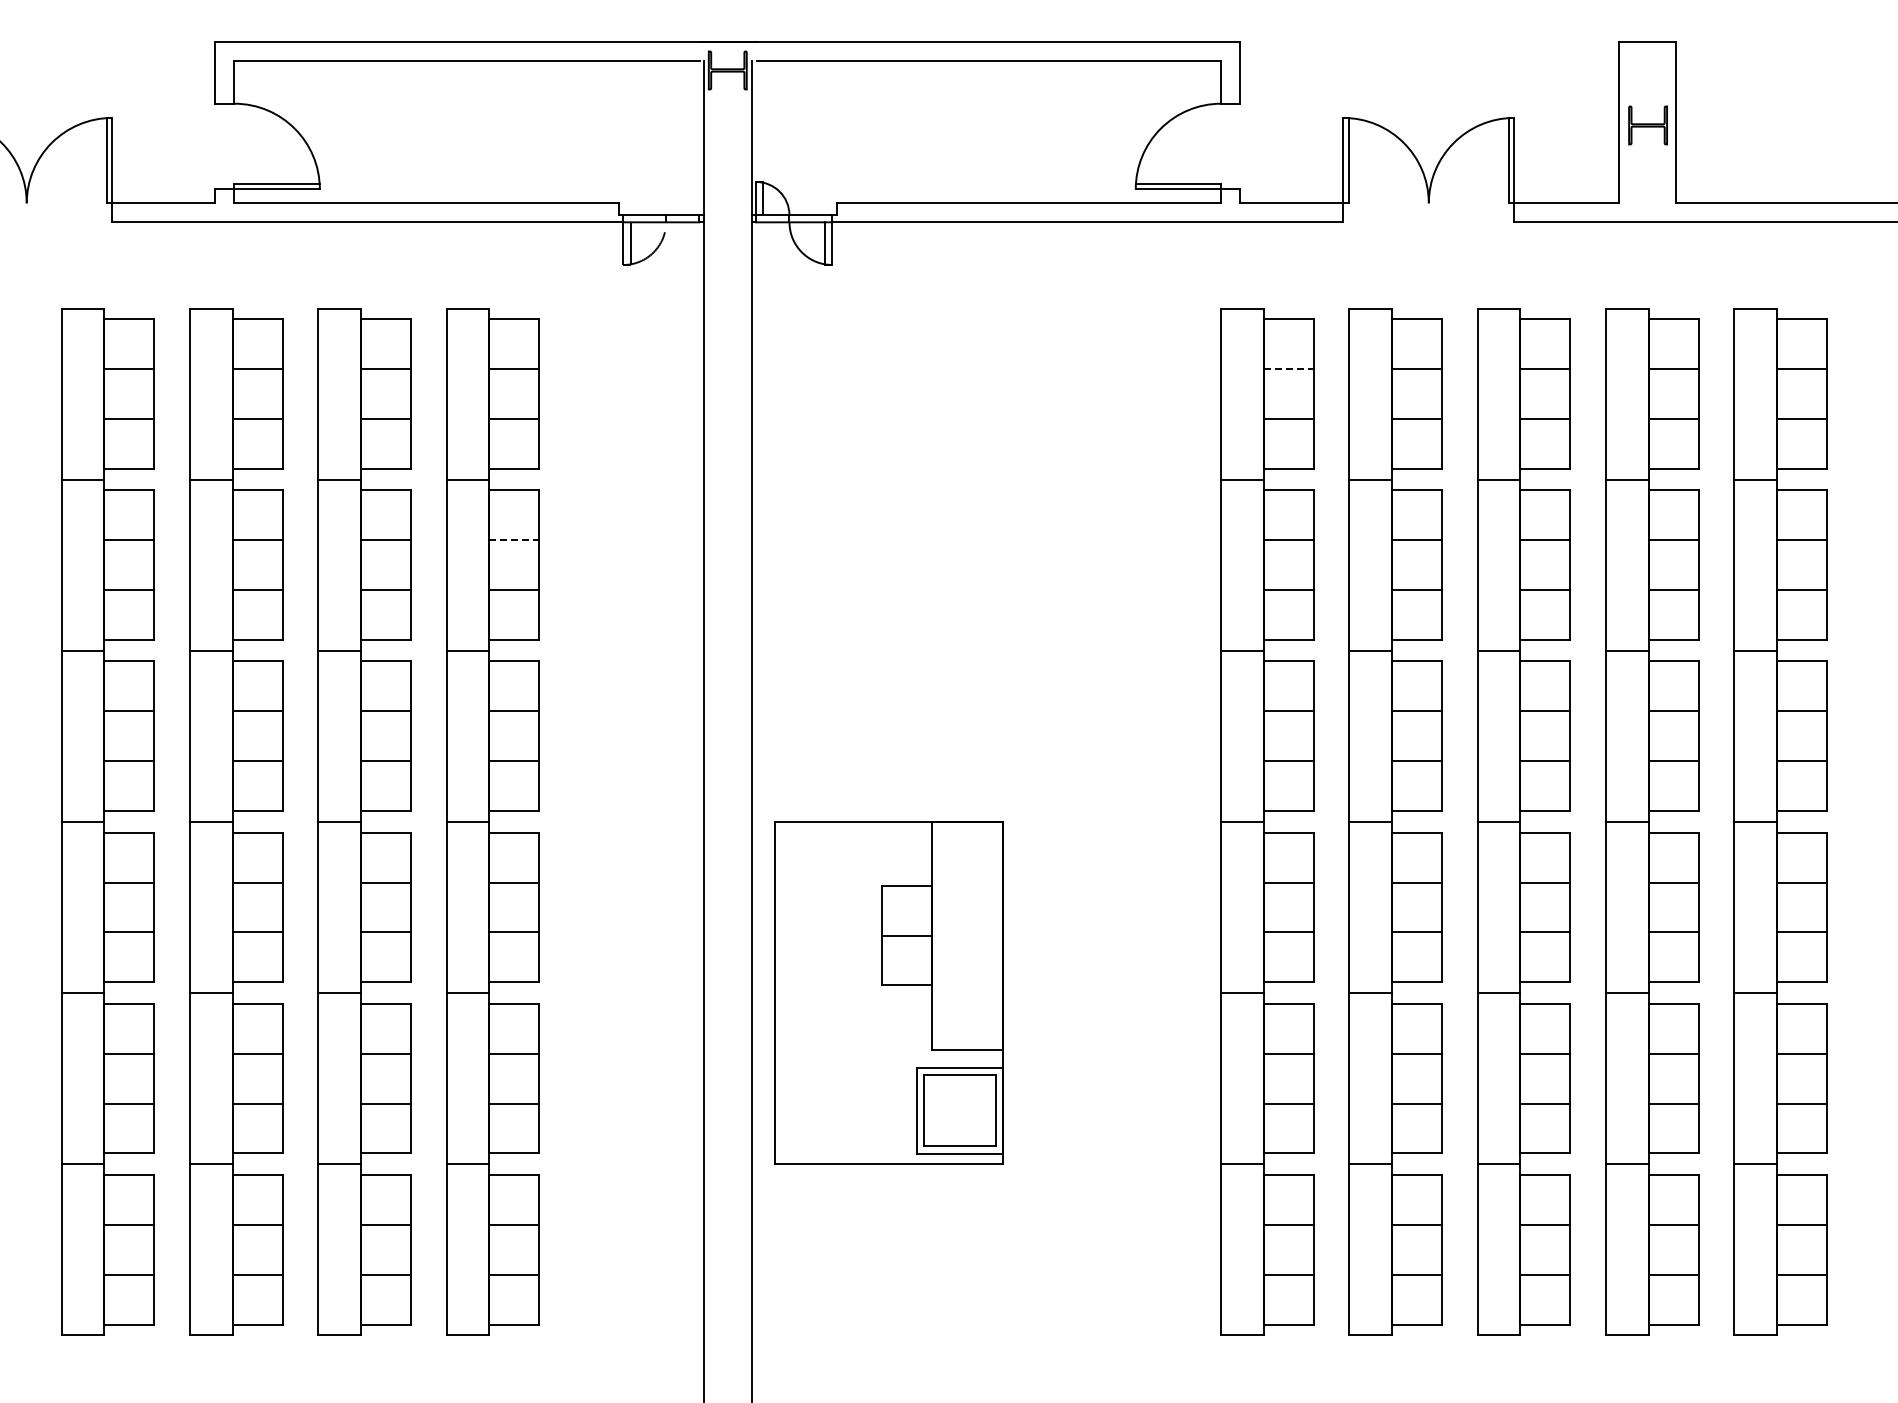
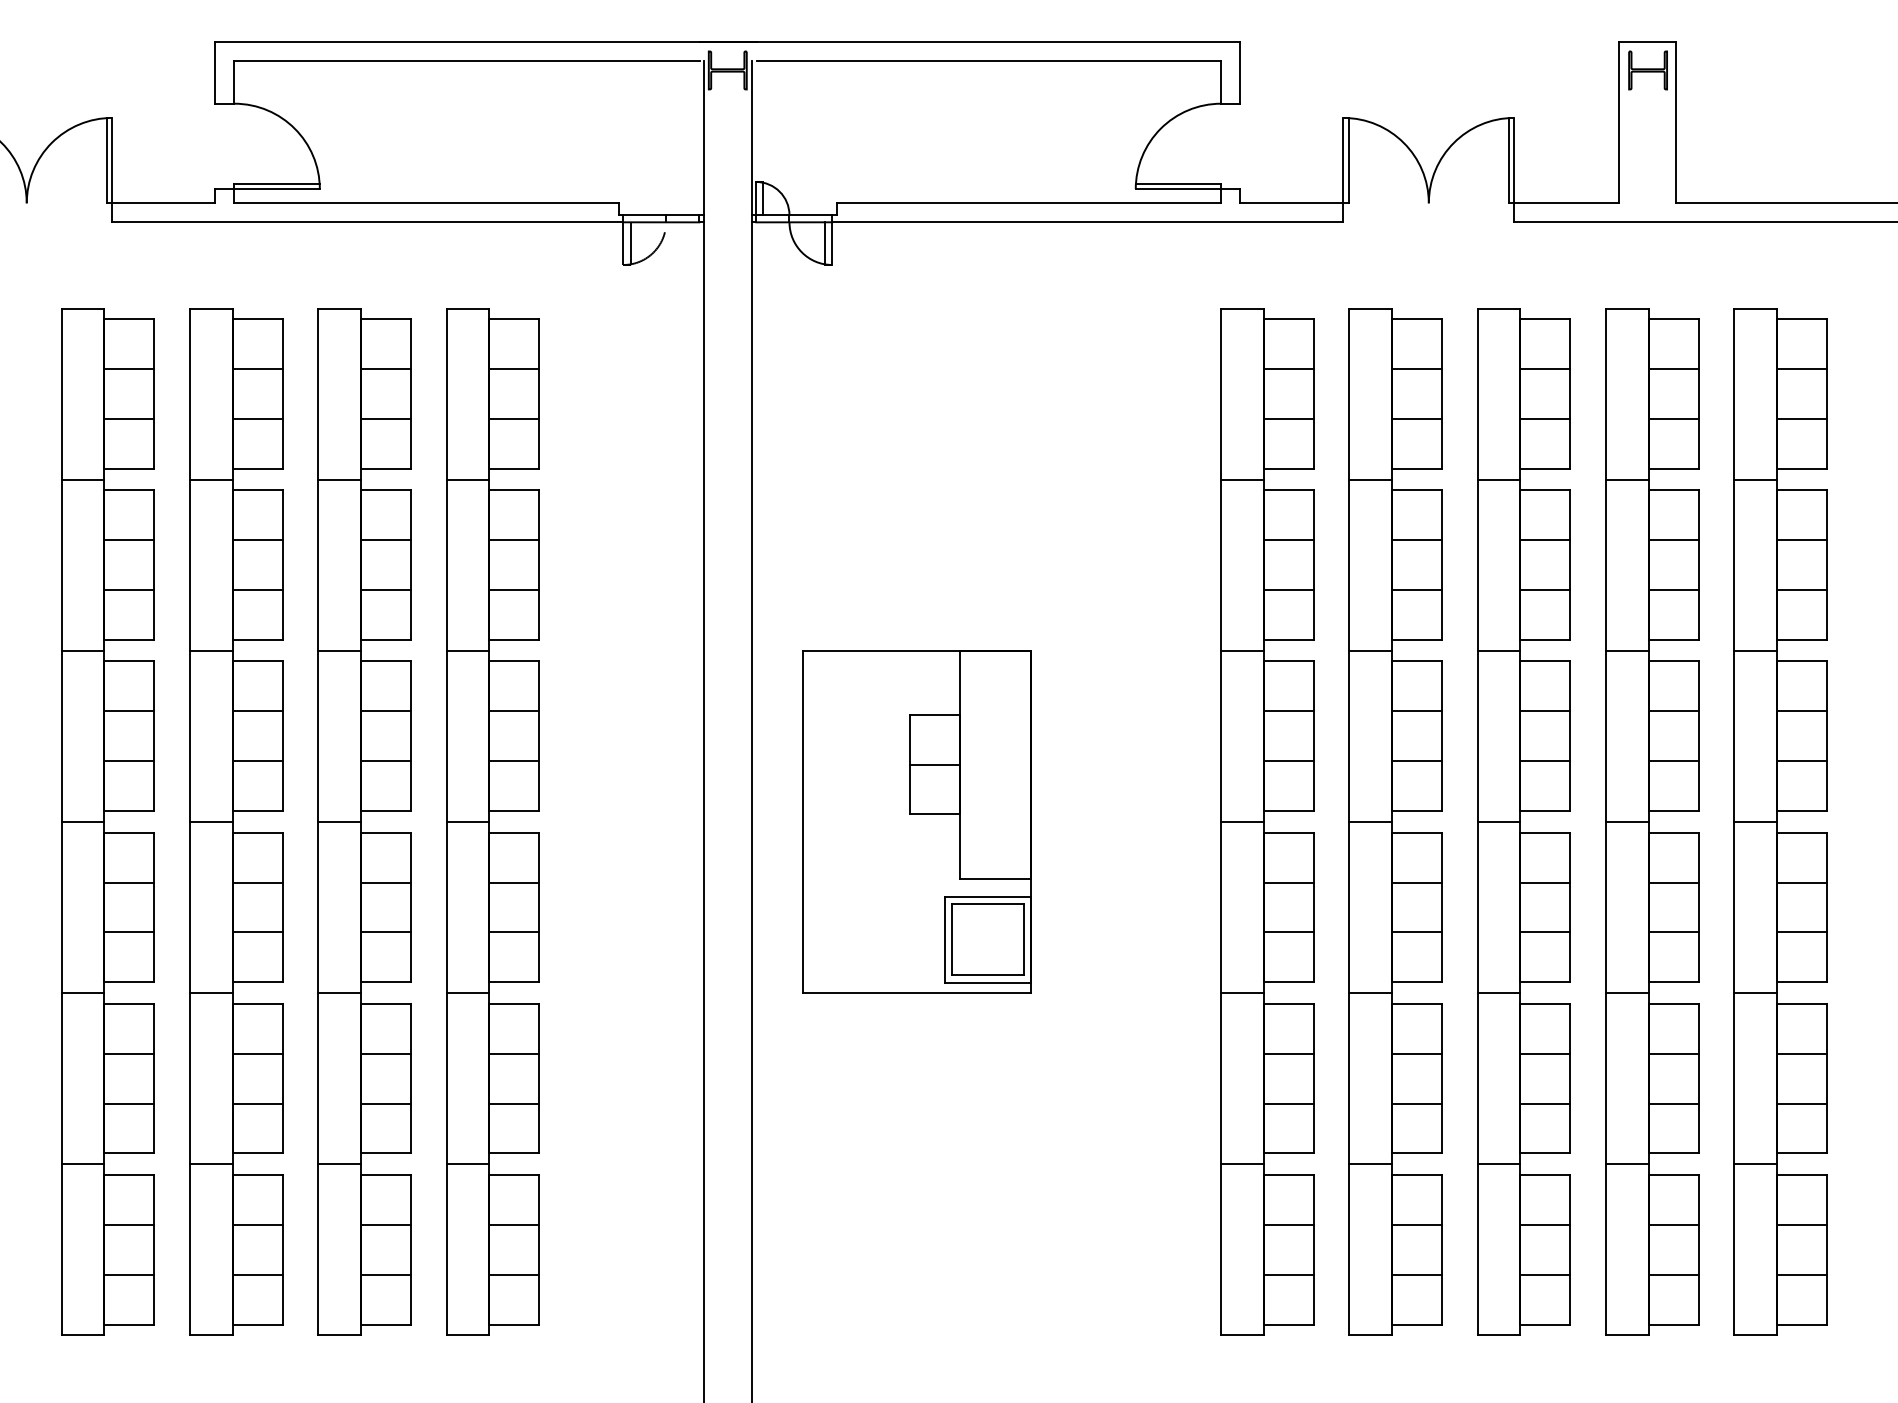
part at (1647, 125) position: (1647, 125) -> (1647, 70)
line at (1288, 369): dashed -> solid
line at (514, 540): dashed -> solid
part at (888, 992) position: (888, 992) -> (916, 821)
